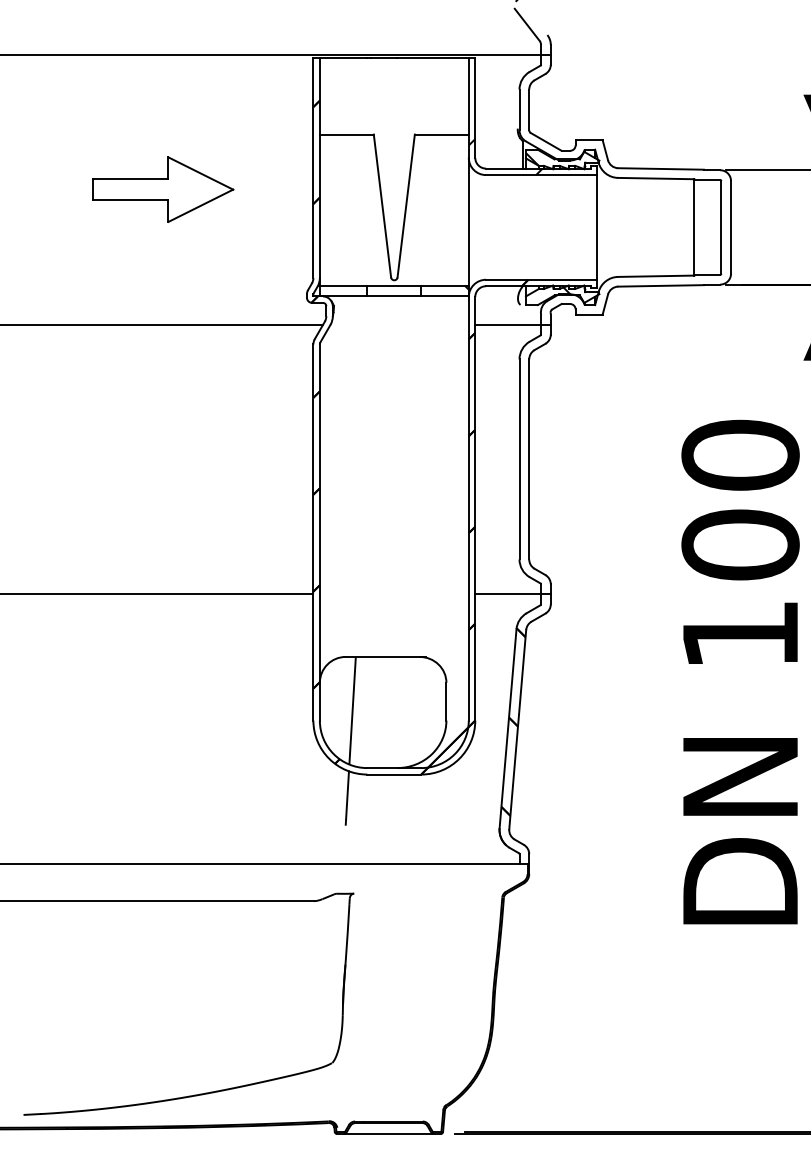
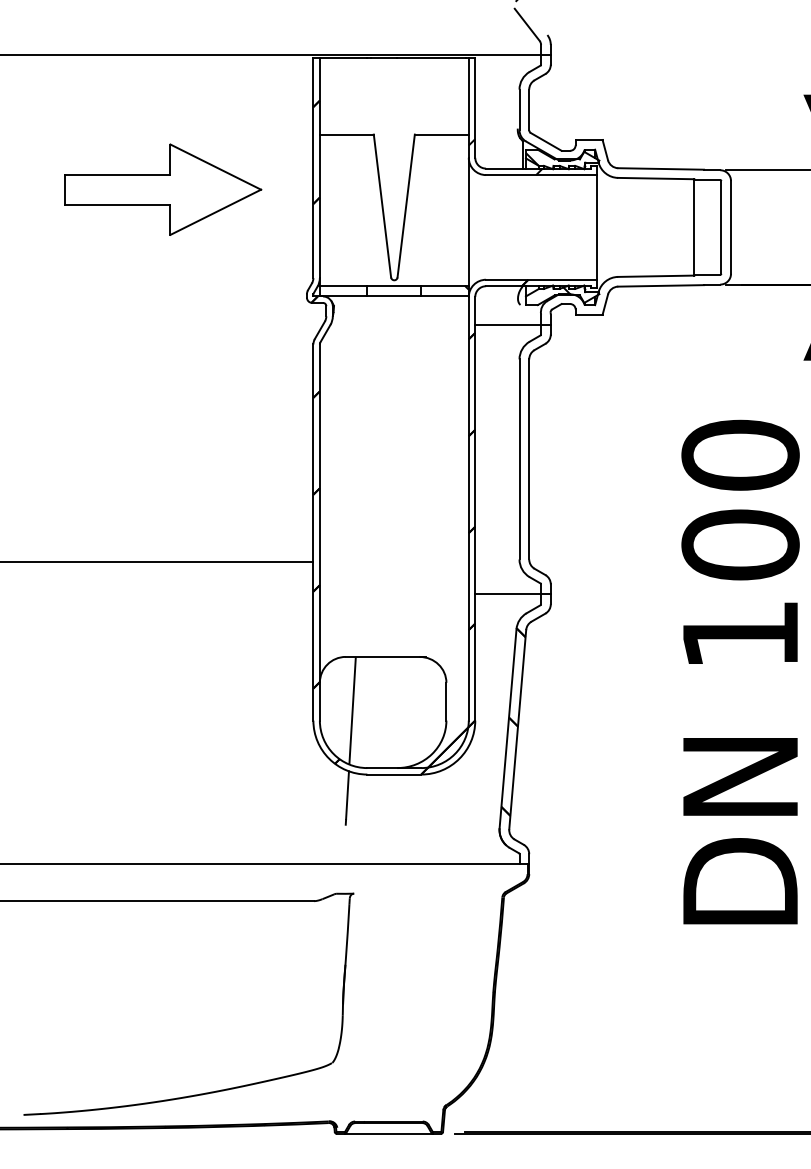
part at (163, 189) size: 143x67 px -> 199x93 px
line at (162, 324): present -> none
line at (157, 594) position: (157, 594) -> (157, 562)
